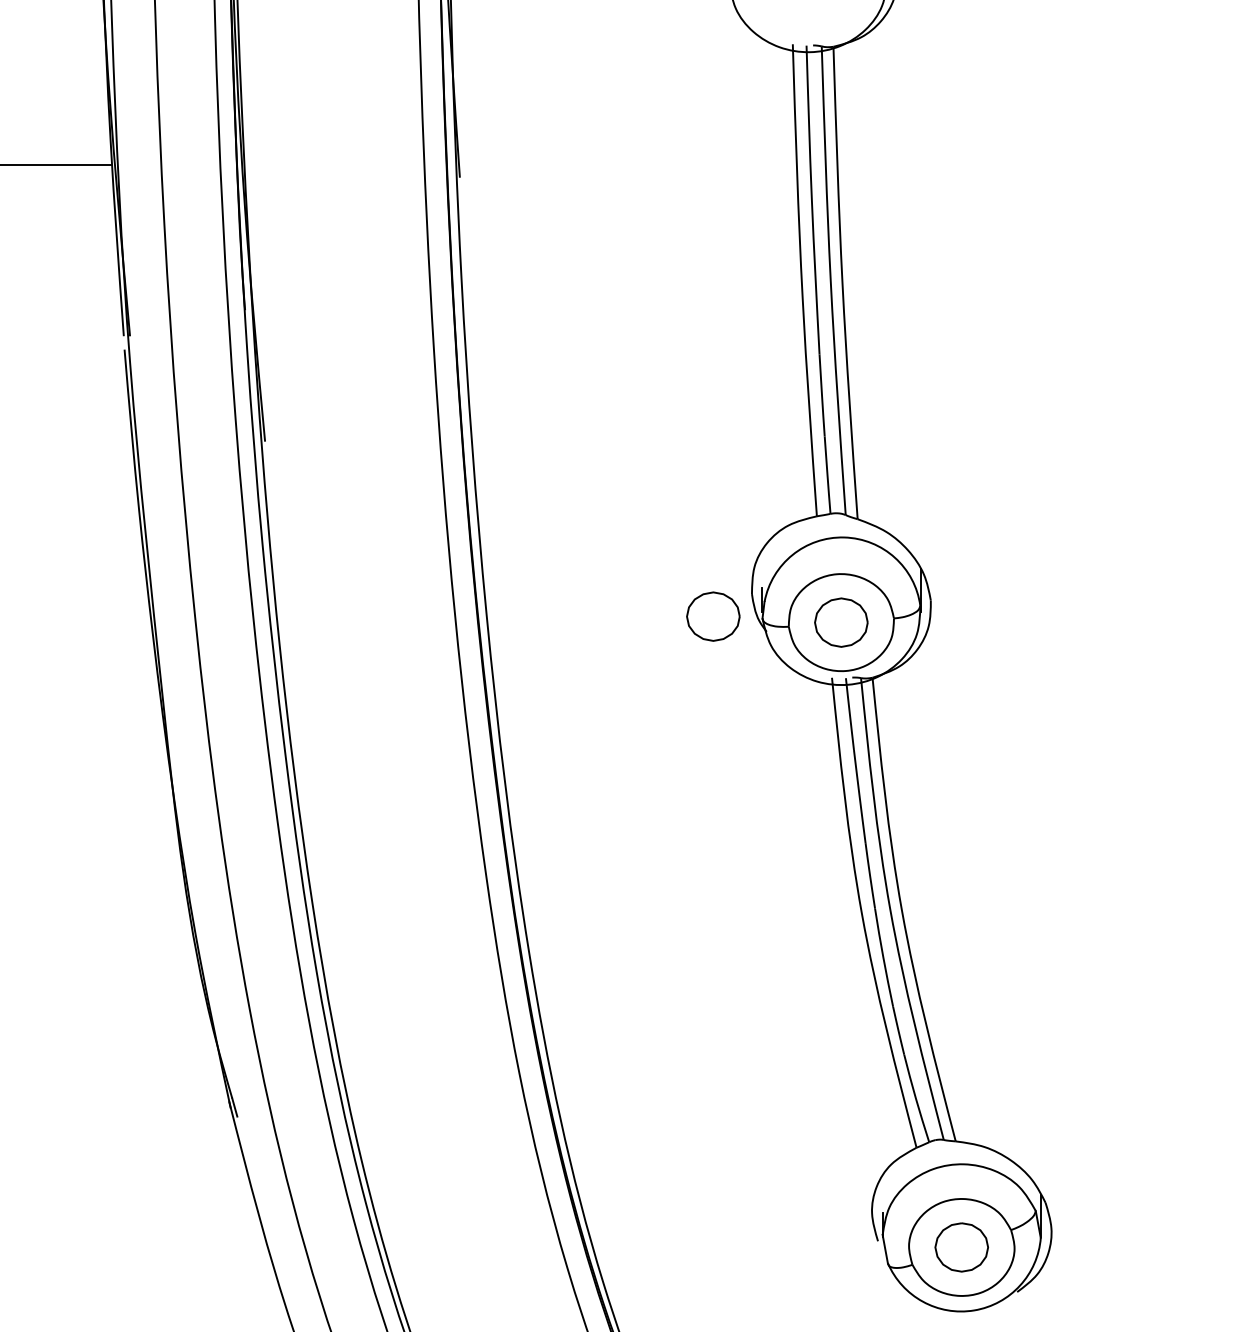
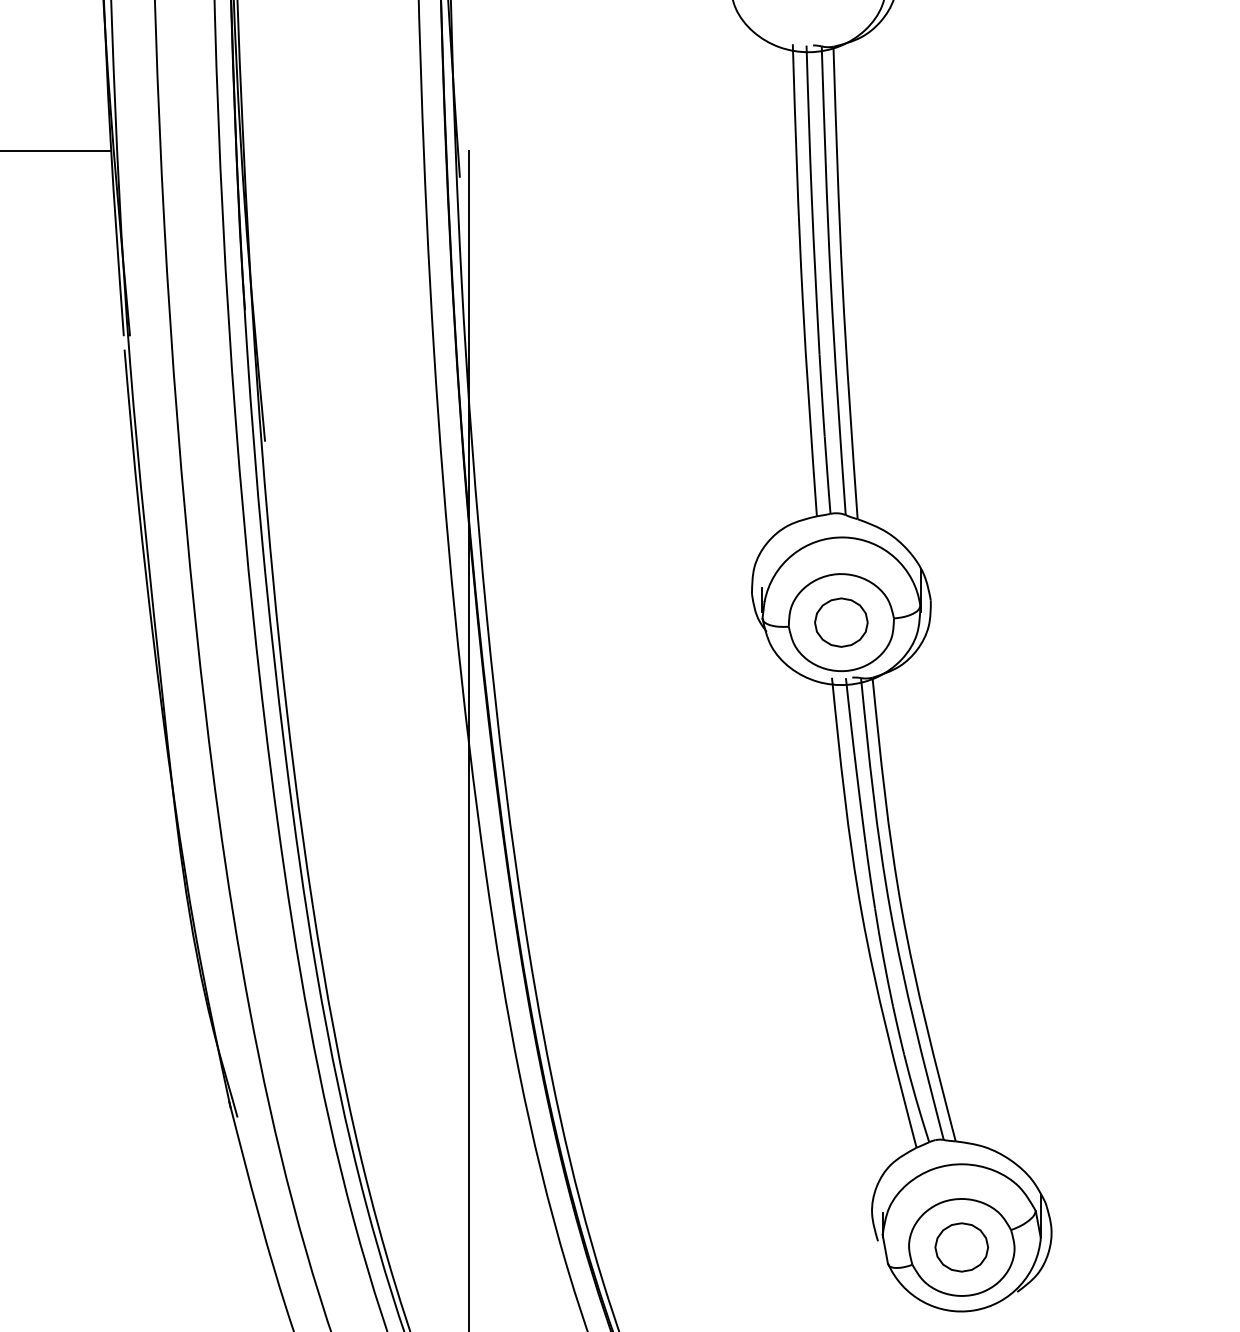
line at (56, 164) position: (56, 164) -> (56, 150)
part at (713, 616): present -> none
line at (468, 739): none -> present
